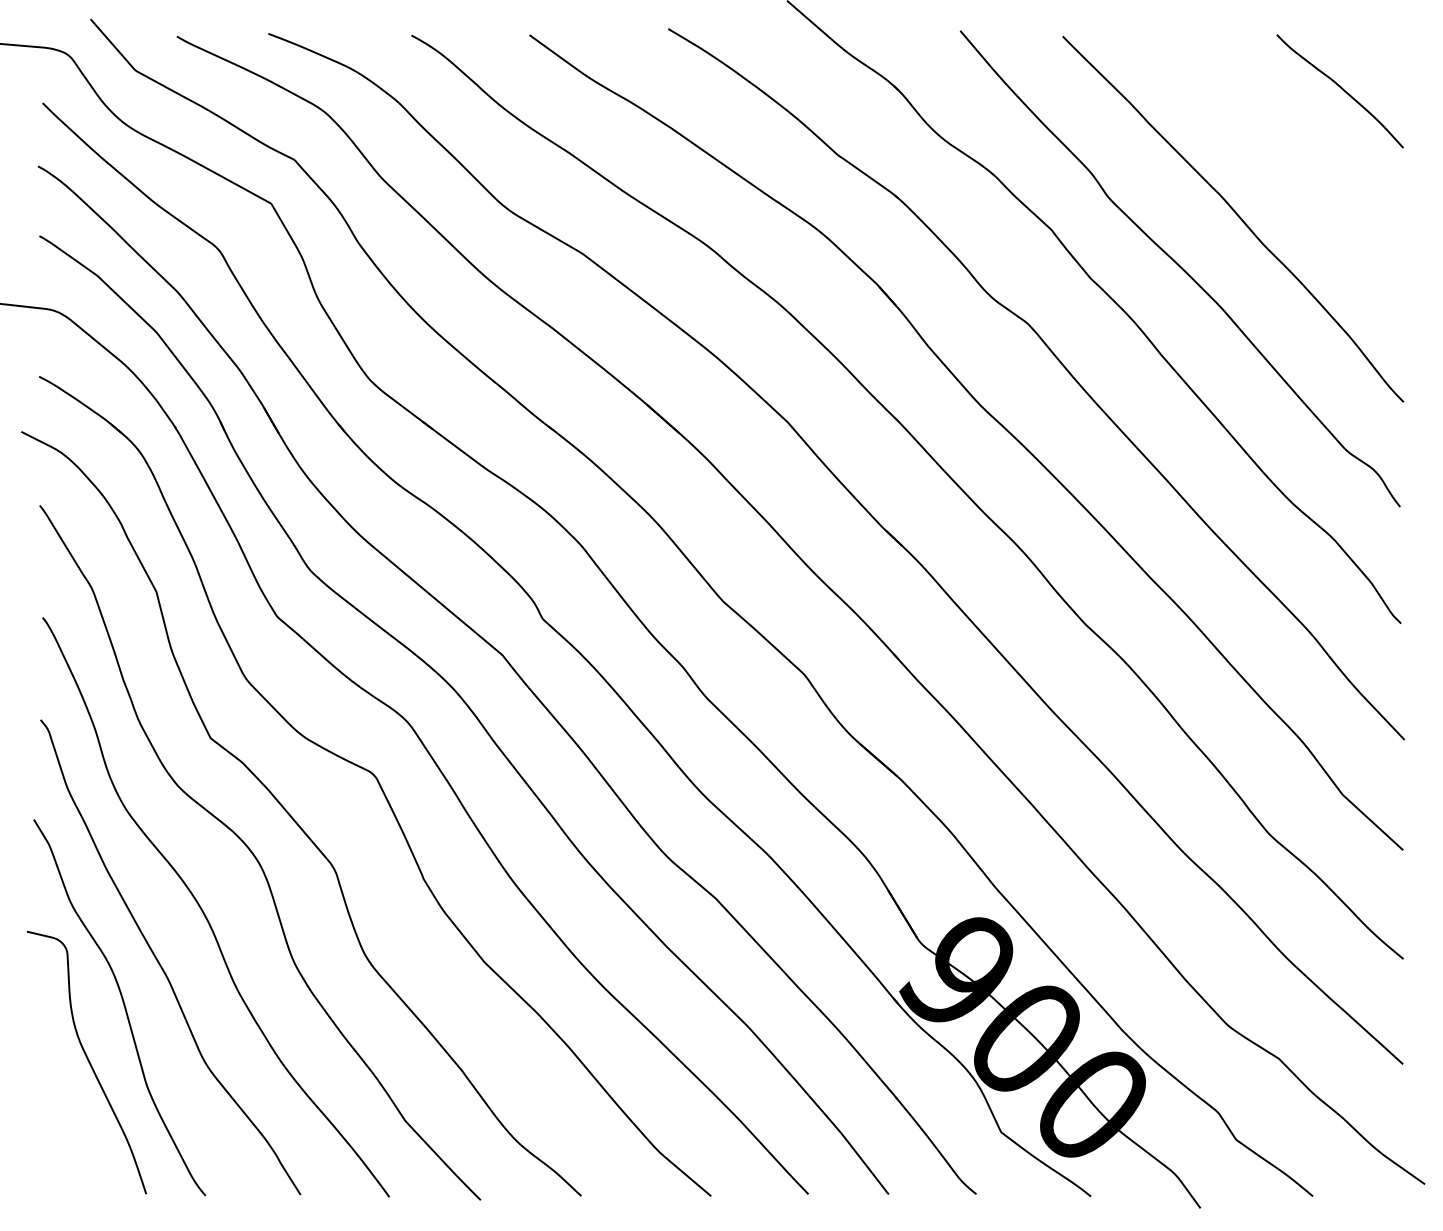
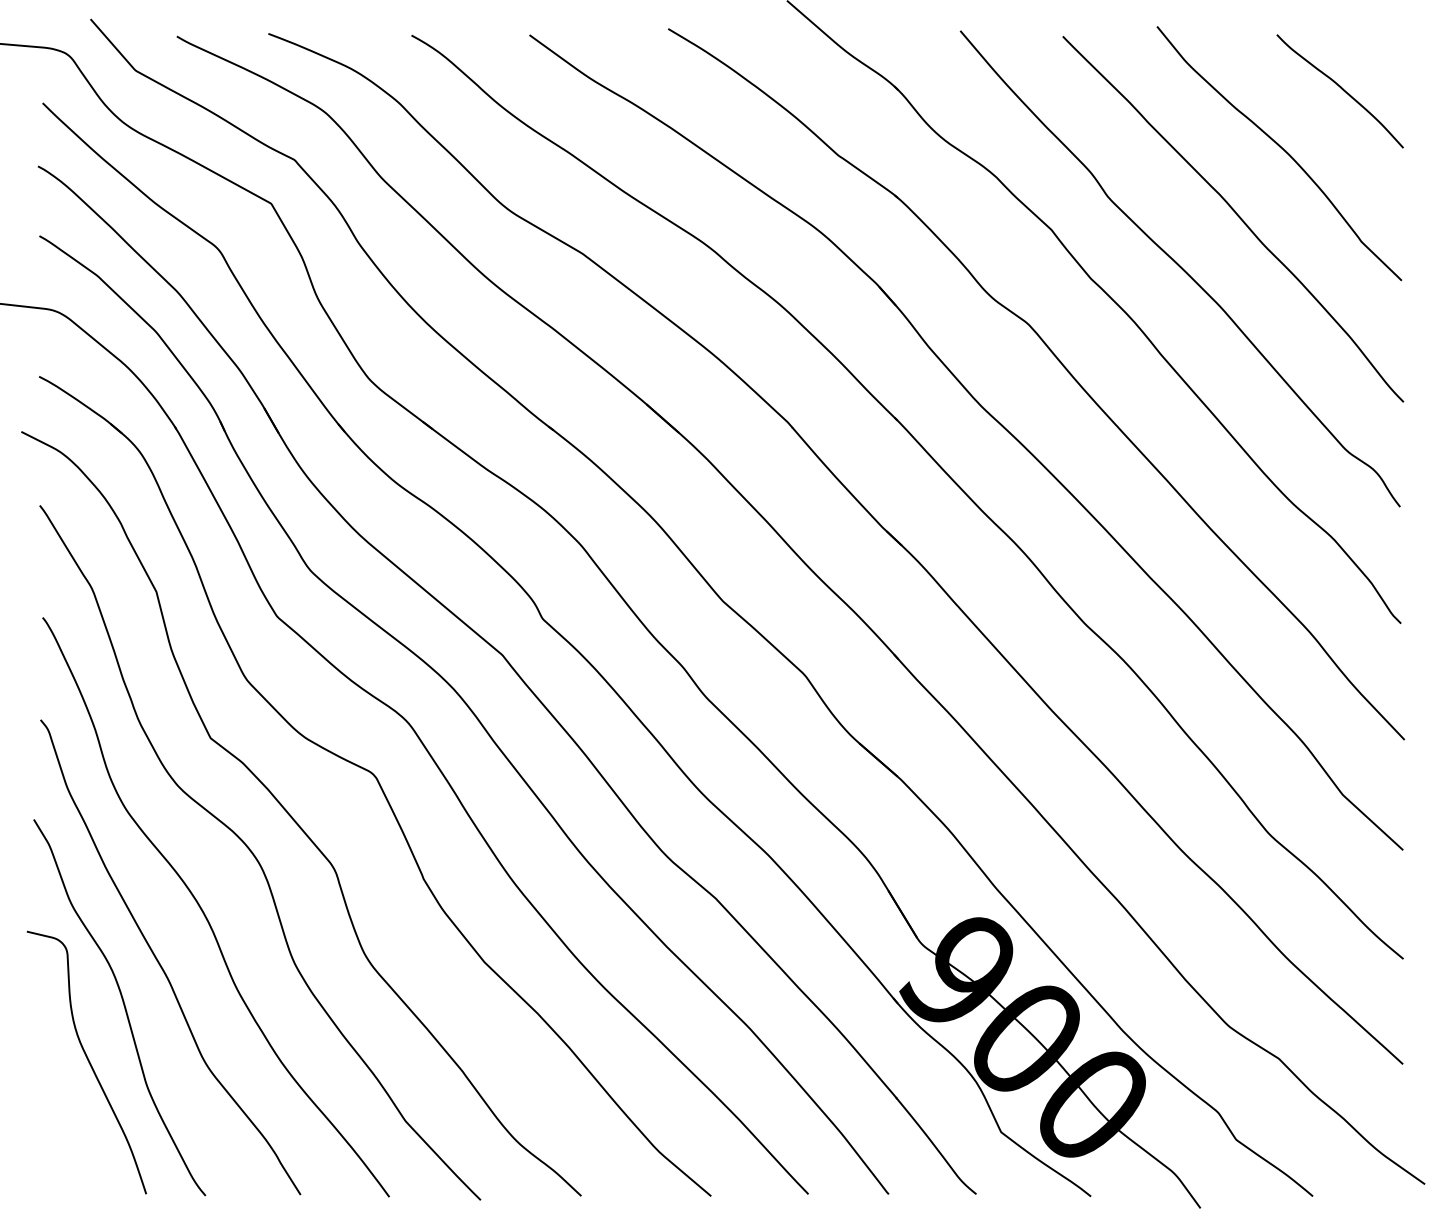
curve at (1282, 149): none -> present
